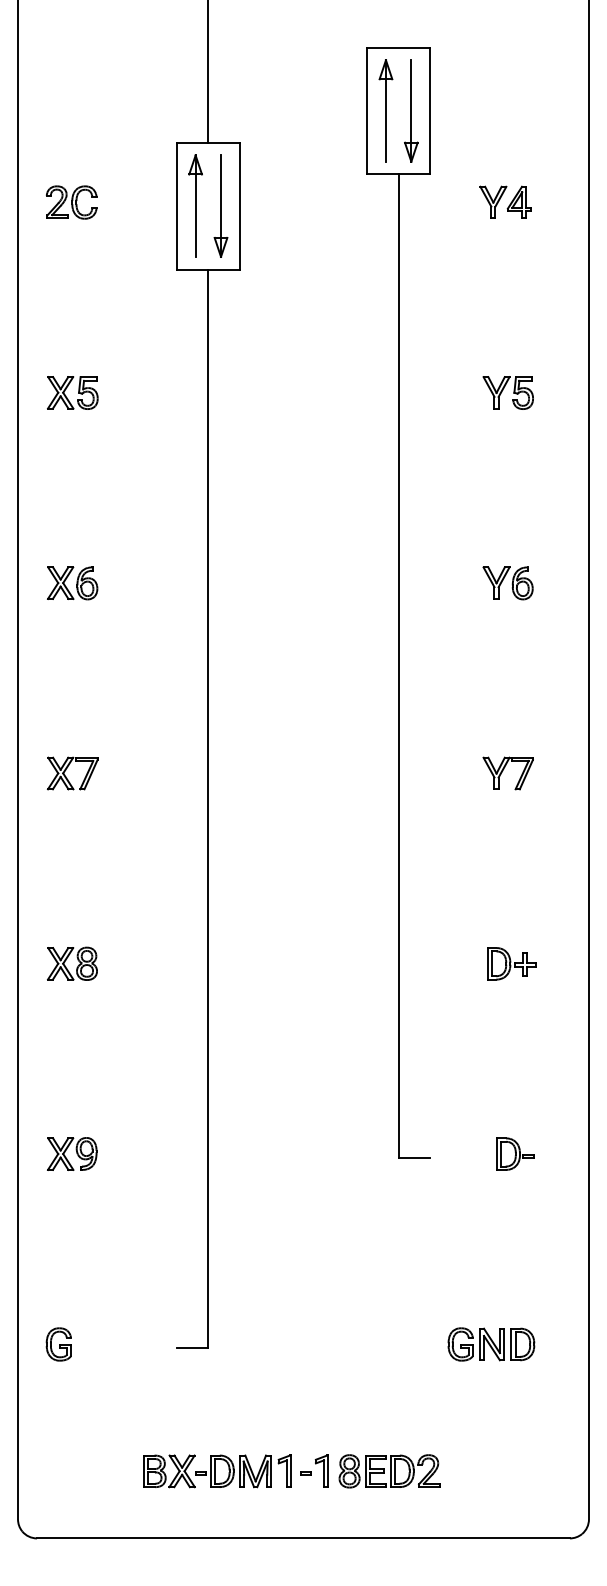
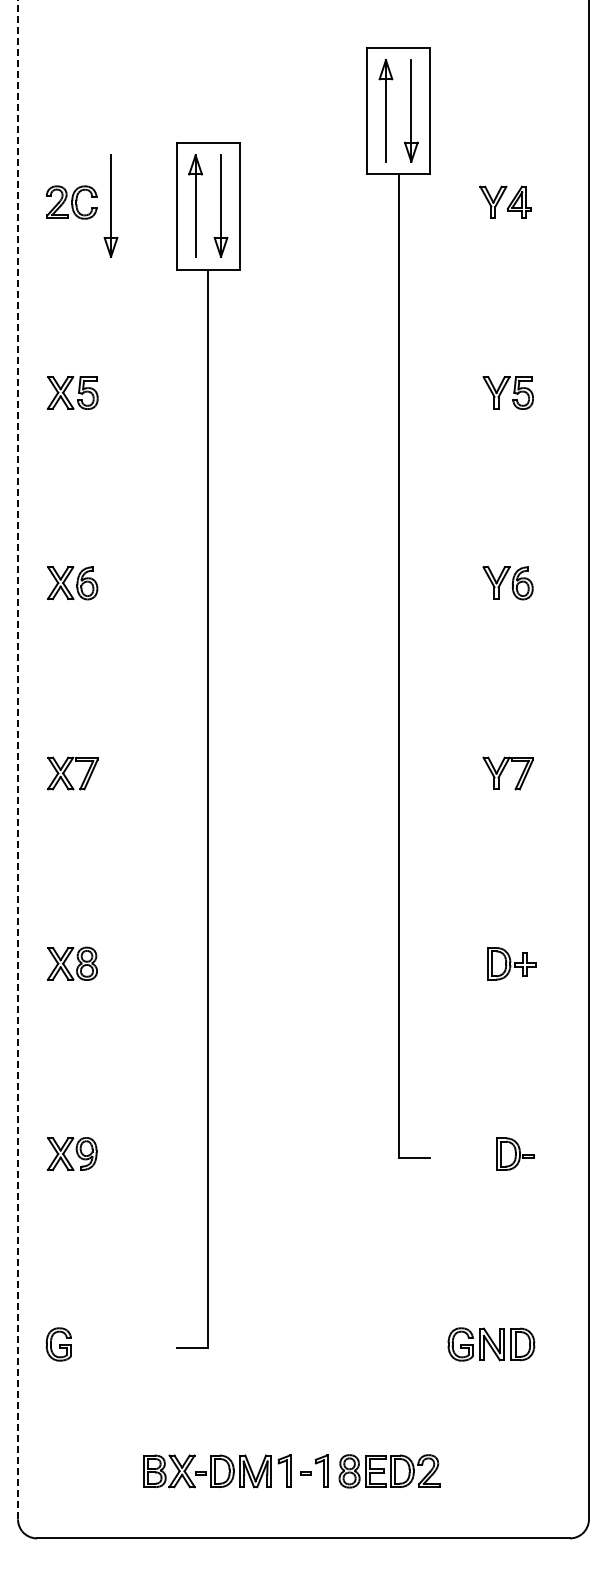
line at (208, 72): present -> none
part at (110, 205): none -> present
line at (18, 759): solid -> dashed
